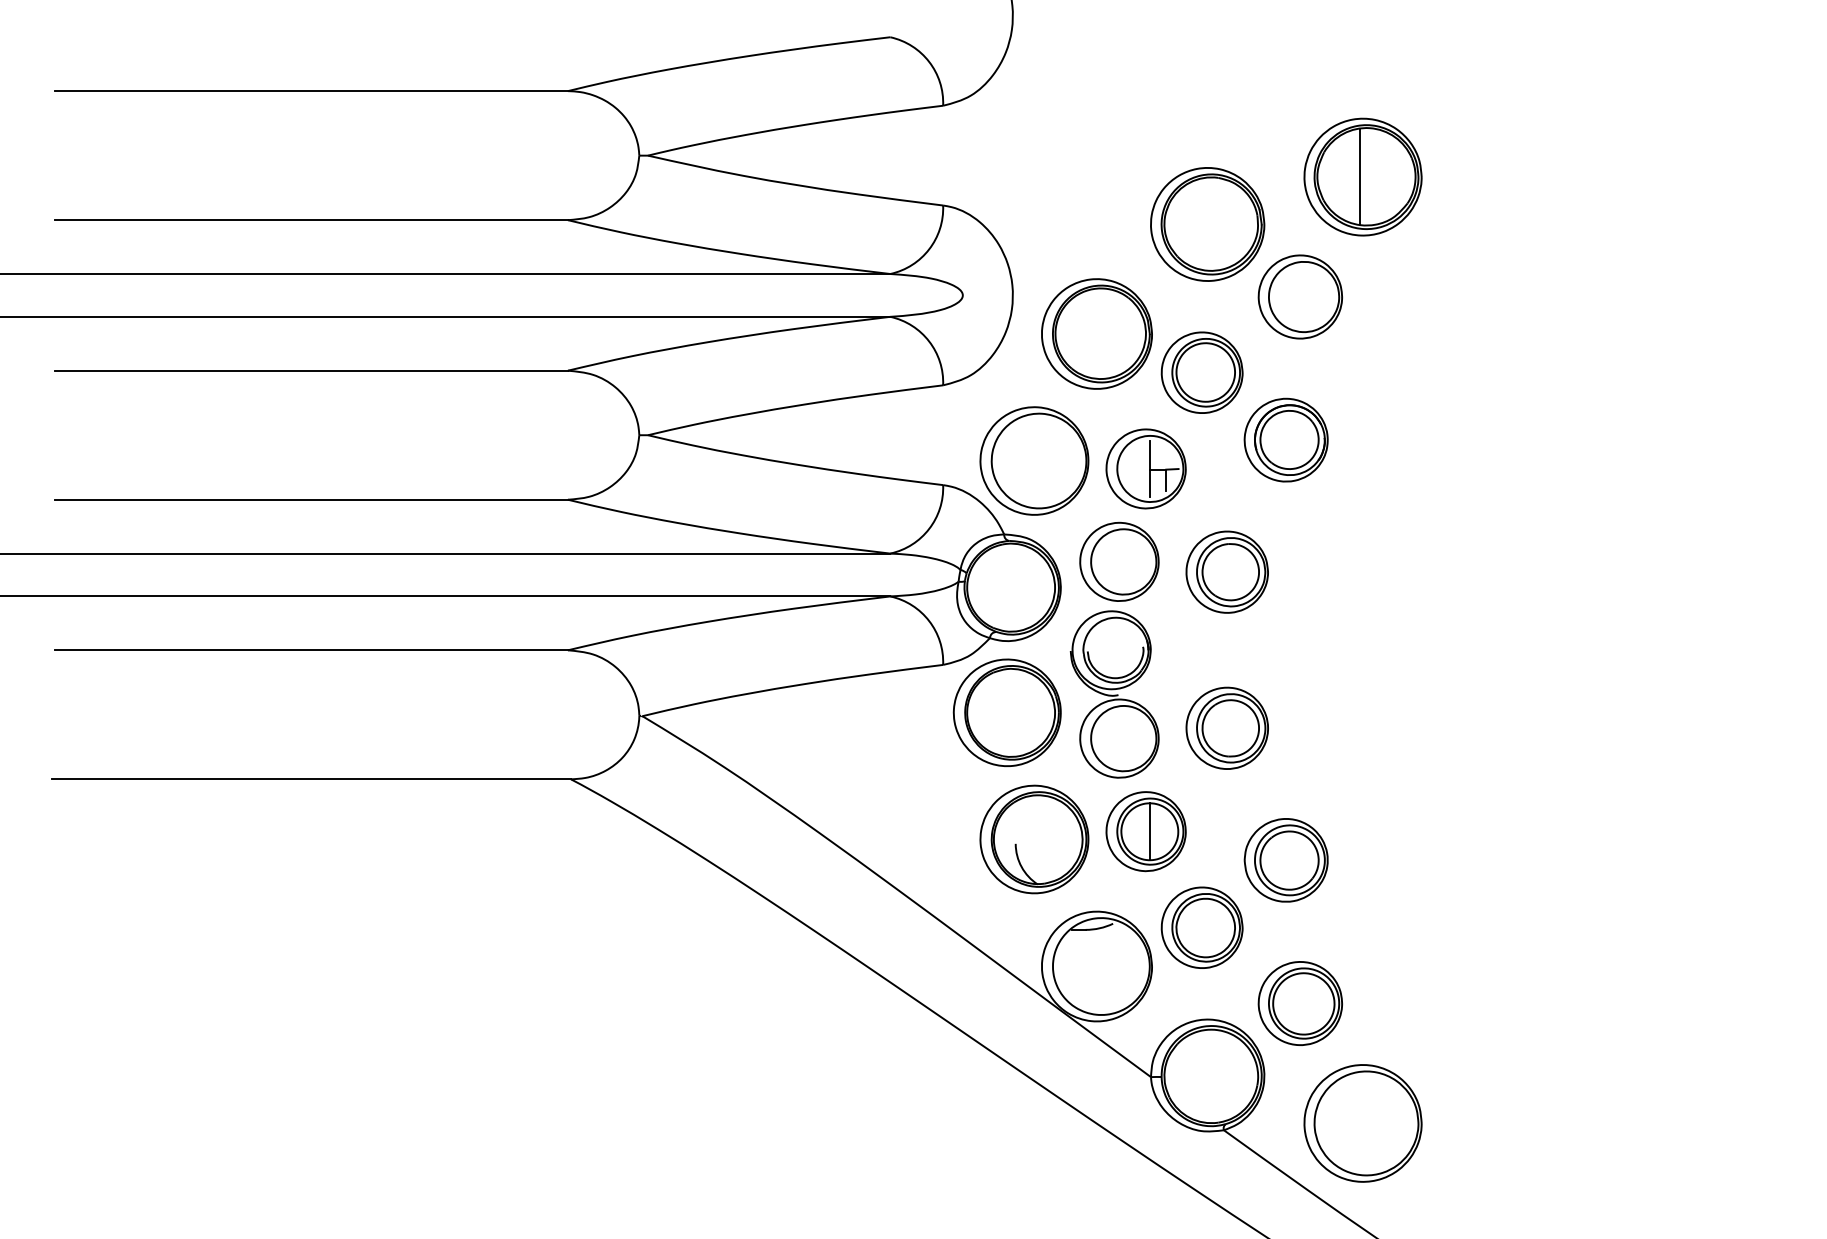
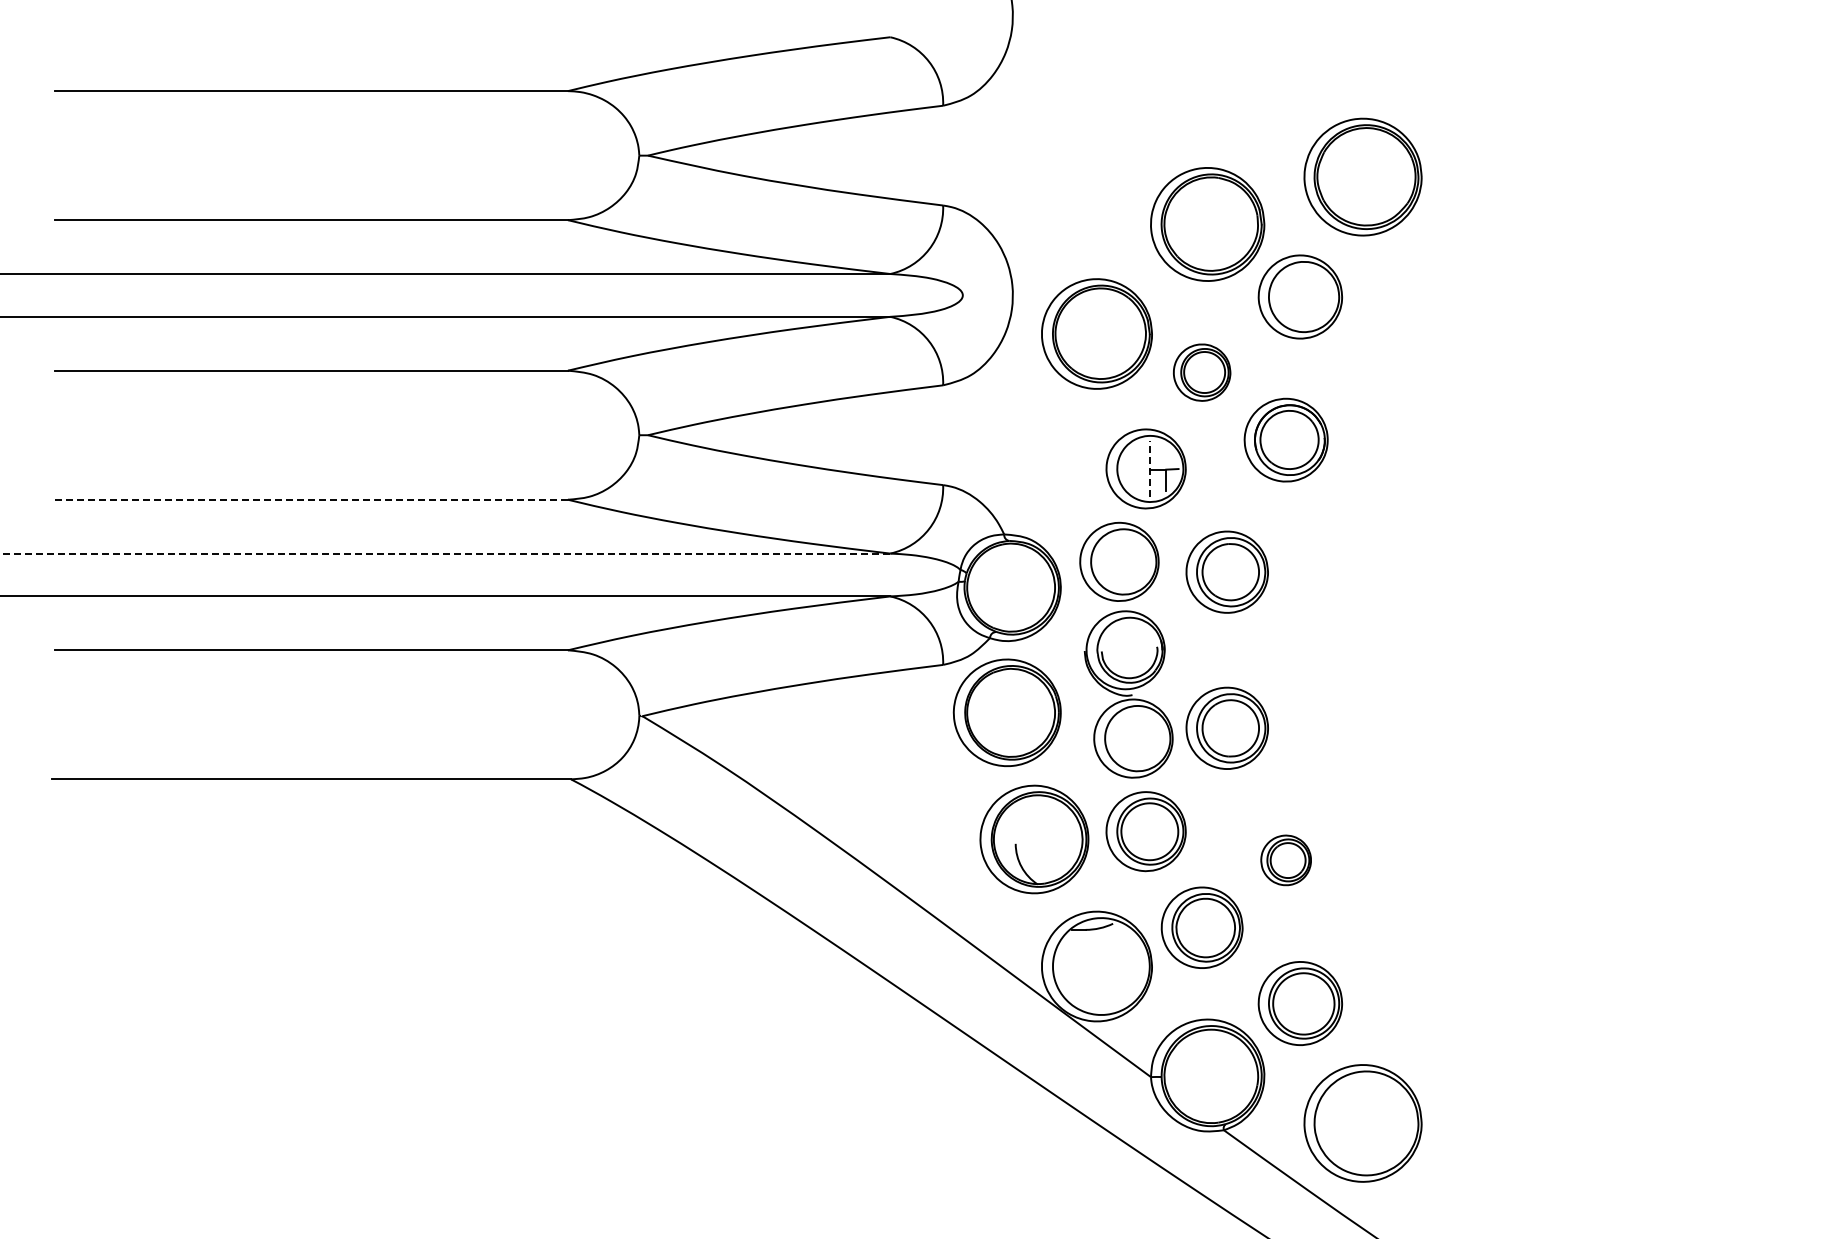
line at (1359, 176): present -> none
part at (1201, 372) size: 84x83 px -> 59x59 px
part at (1034, 460): present -> none
line at (1150, 468): solid -> dashed
line at (311, 499): solid -> dashed
line at (445, 553): solid -> dashed
part at (1114, 694) position: (1114, 694) -> (1128, 694)
line at (1150, 831): present -> none
part at (1285, 860) size: 86x85 px -> 52x53 px
